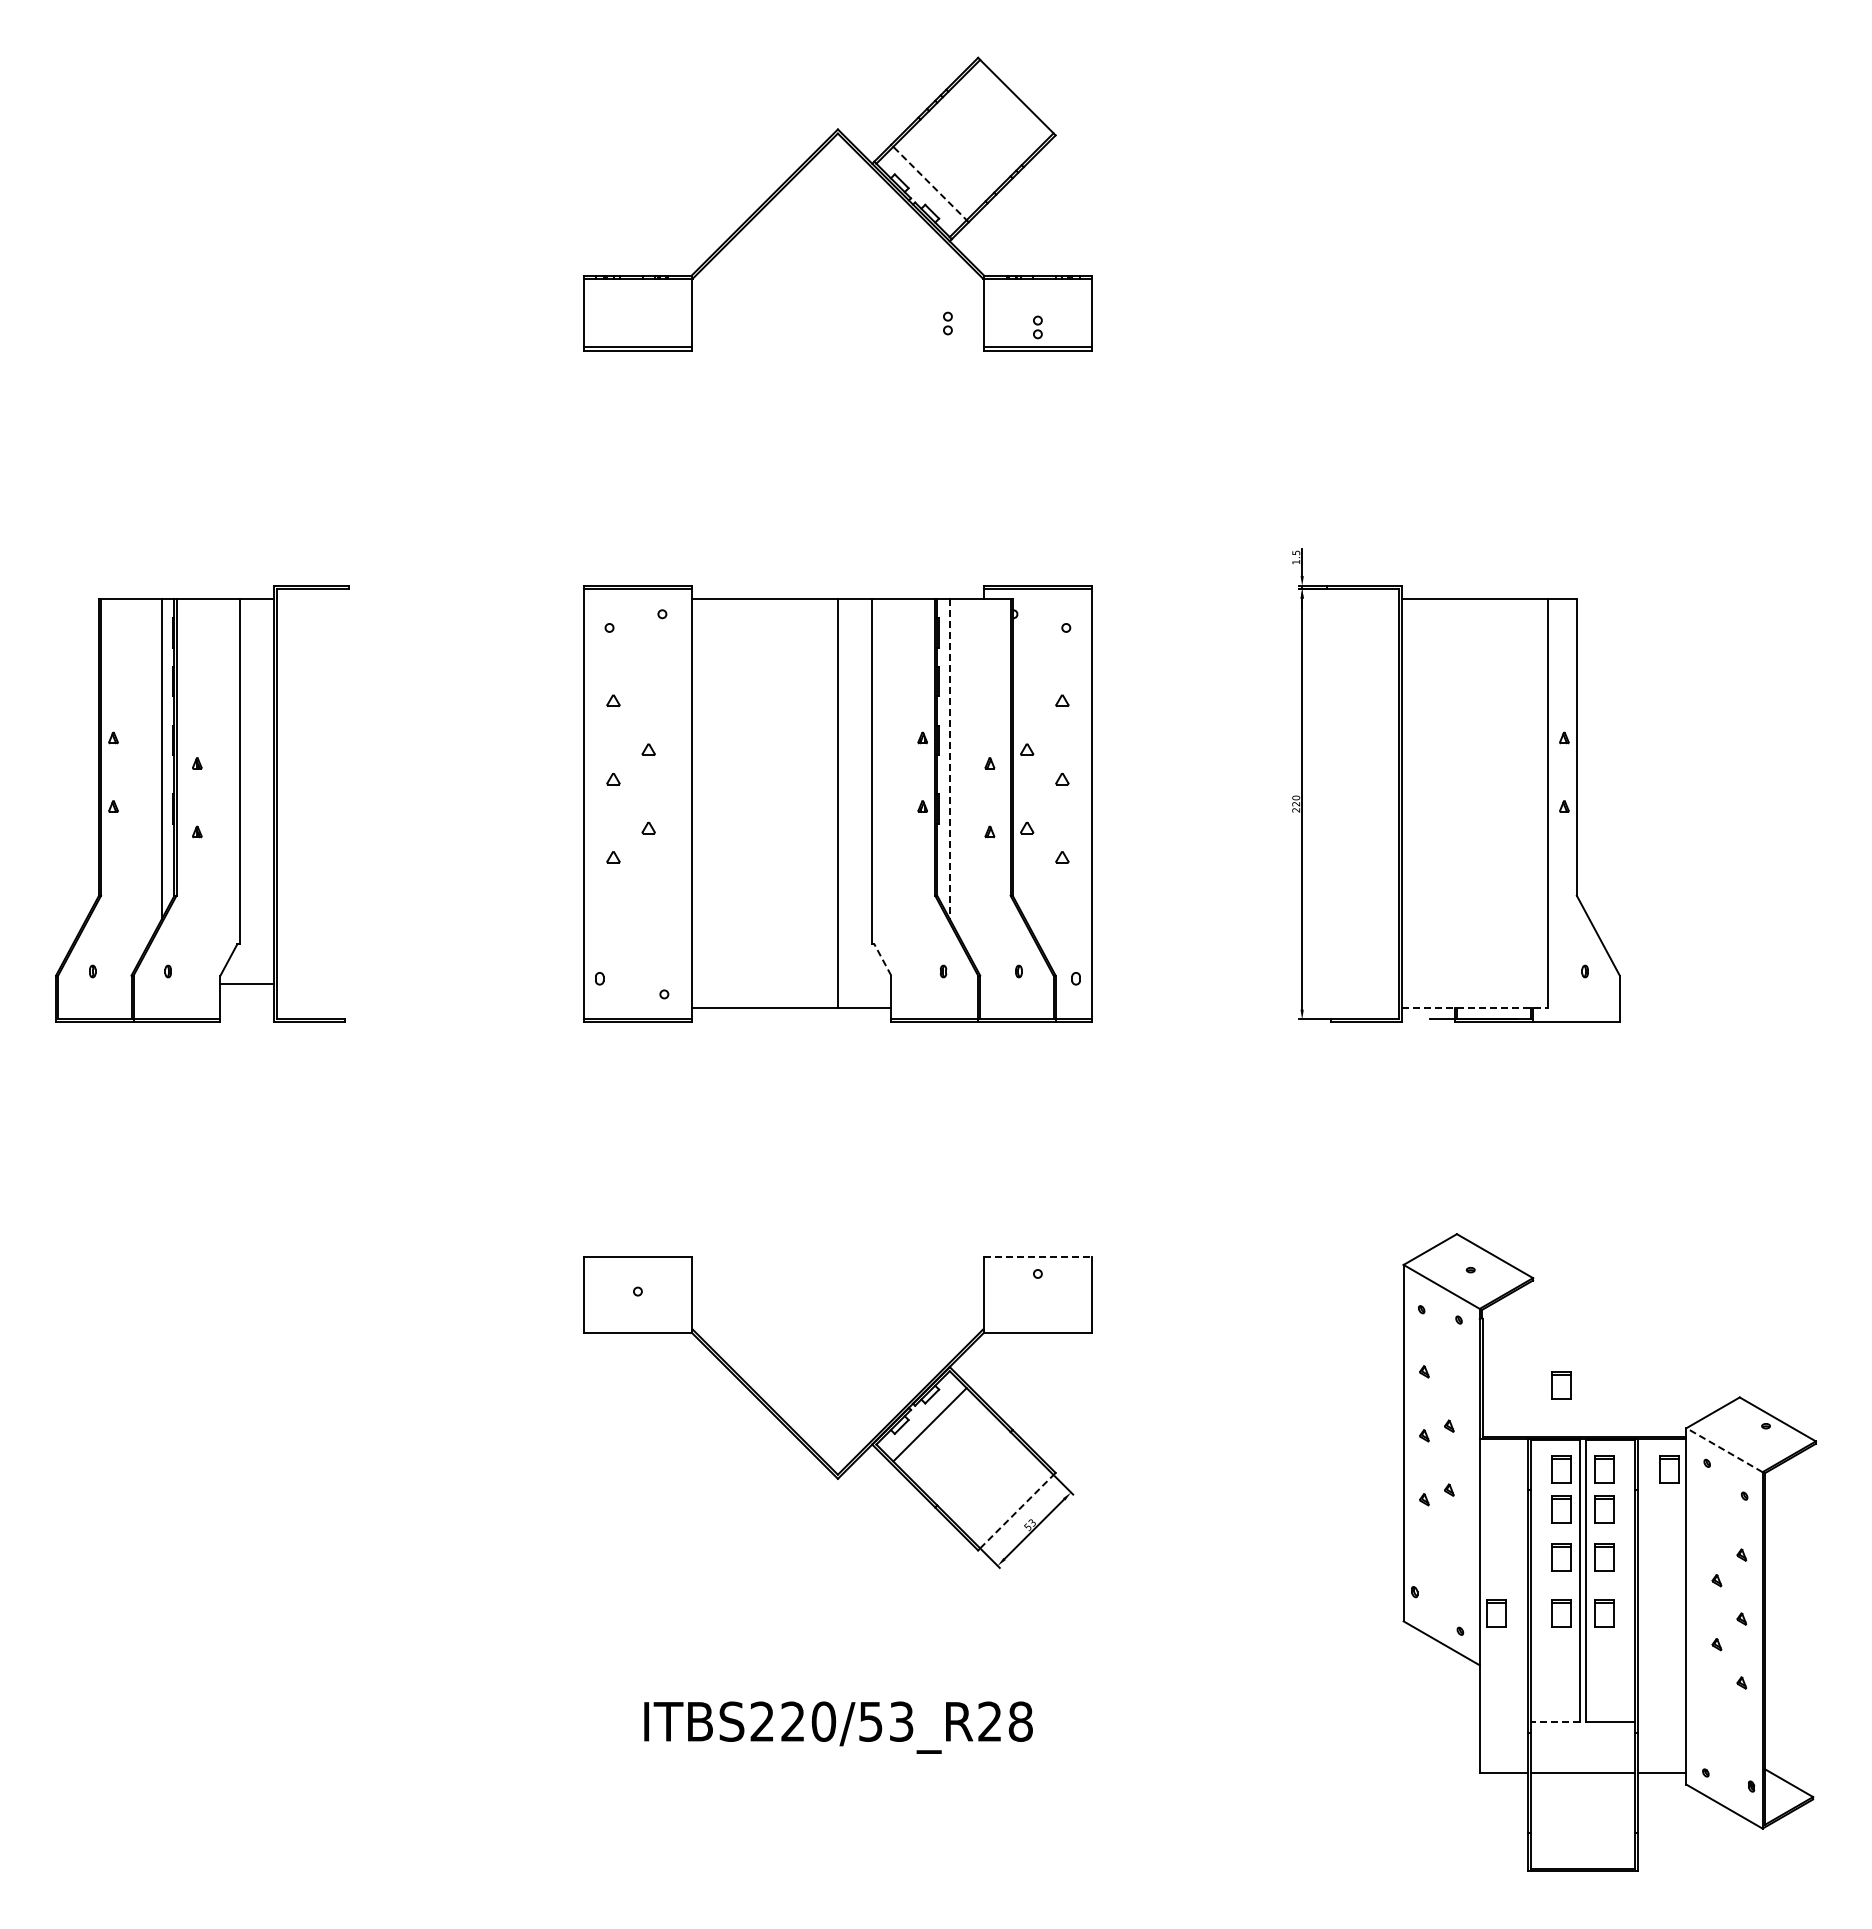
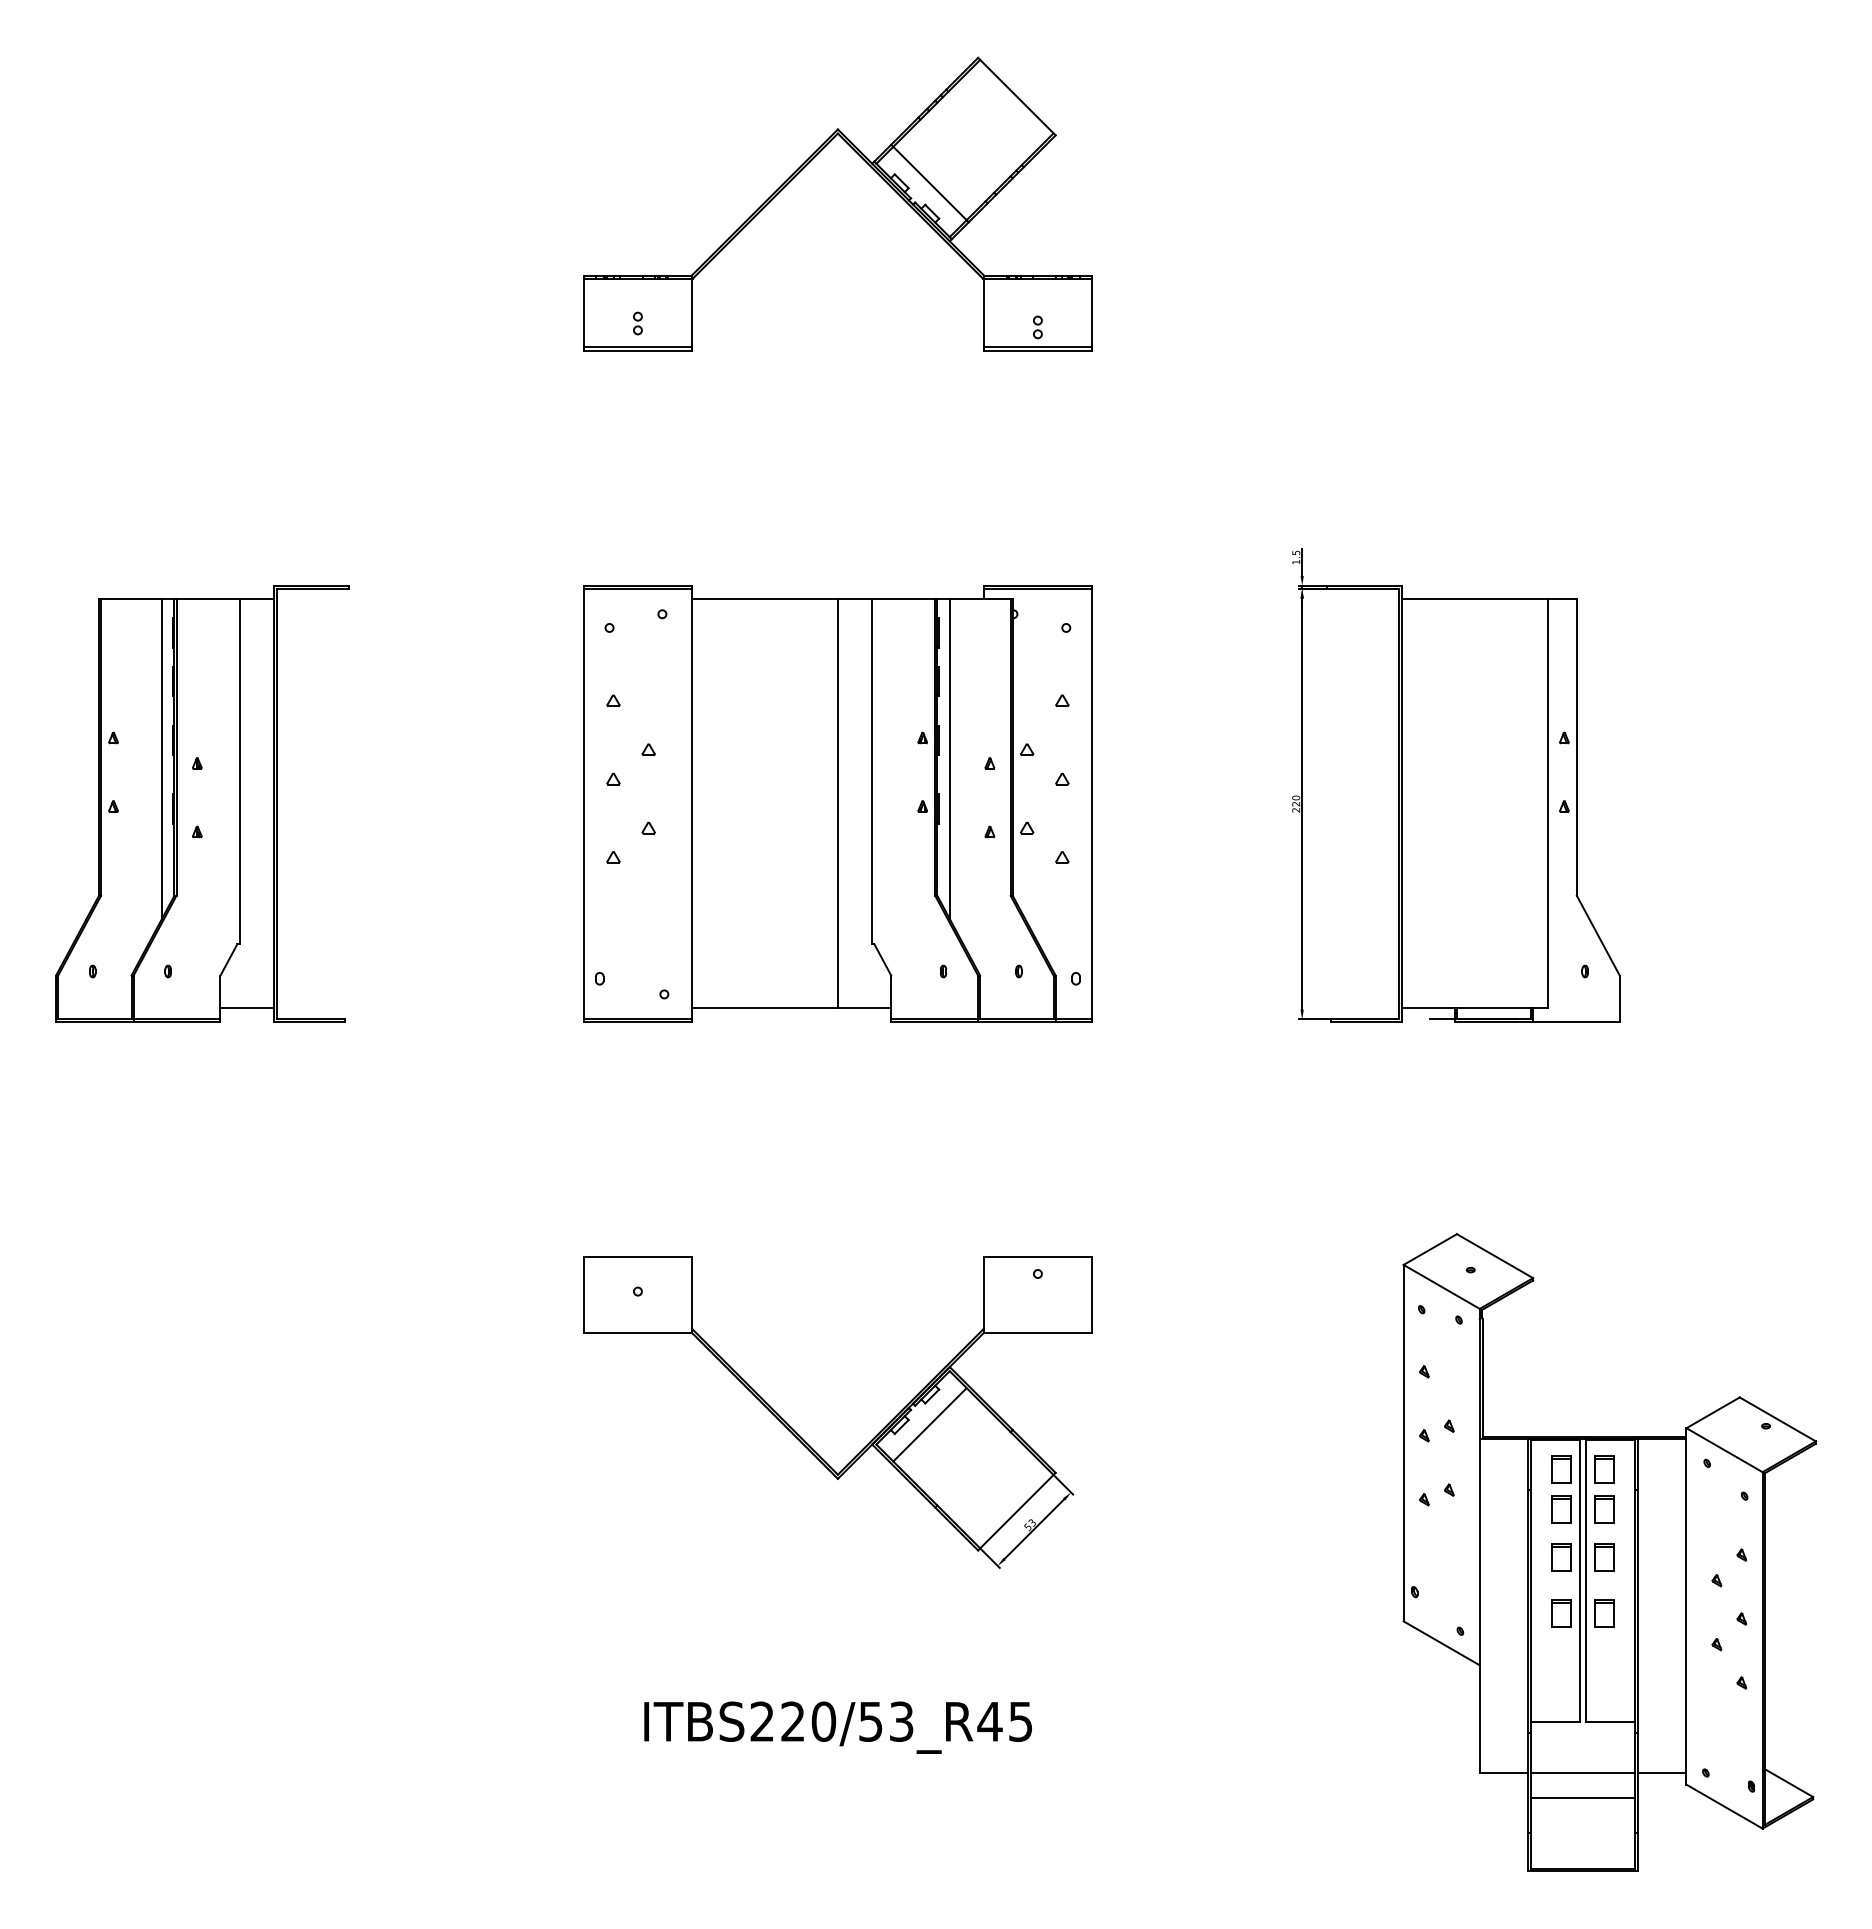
line at (930, 183): dashed -> solid
part at (947, 323) position: (947, 323) -> (637, 323)
line at (949, 759): dashed -> solid
line at (882, 959): dashed -> solid
line at (246, 984) position: (246, 984) -> (246, 1008)
line at (1475, 1008): dashed -> solid
line at (1037, 1257): dashed -> solid
part at (1561, 1385): present -> none
line at (1724, 1450): dashed -> solid
part at (1669, 1469): present -> none
line at (1016, 1511): dashed -> solid
part at (1496, 1613): present -> none
text at (1004, 1721): ITBS220/53_R28 -> ITBS220/53_R45
line at (1555, 1722): dashed -> solid
line at (1583, 1797): none -> present
